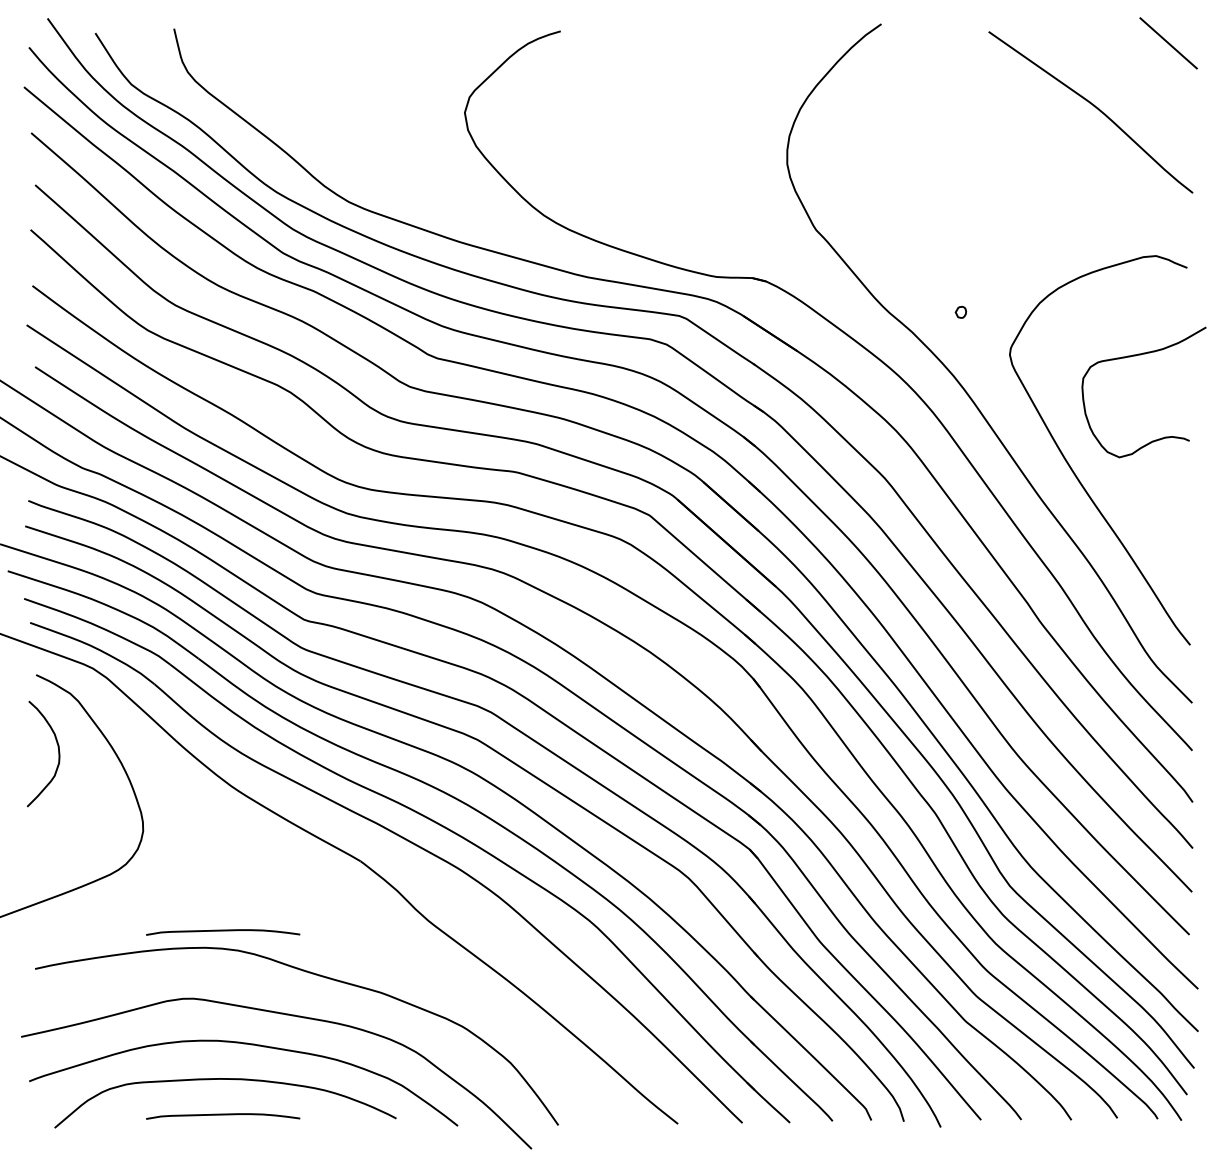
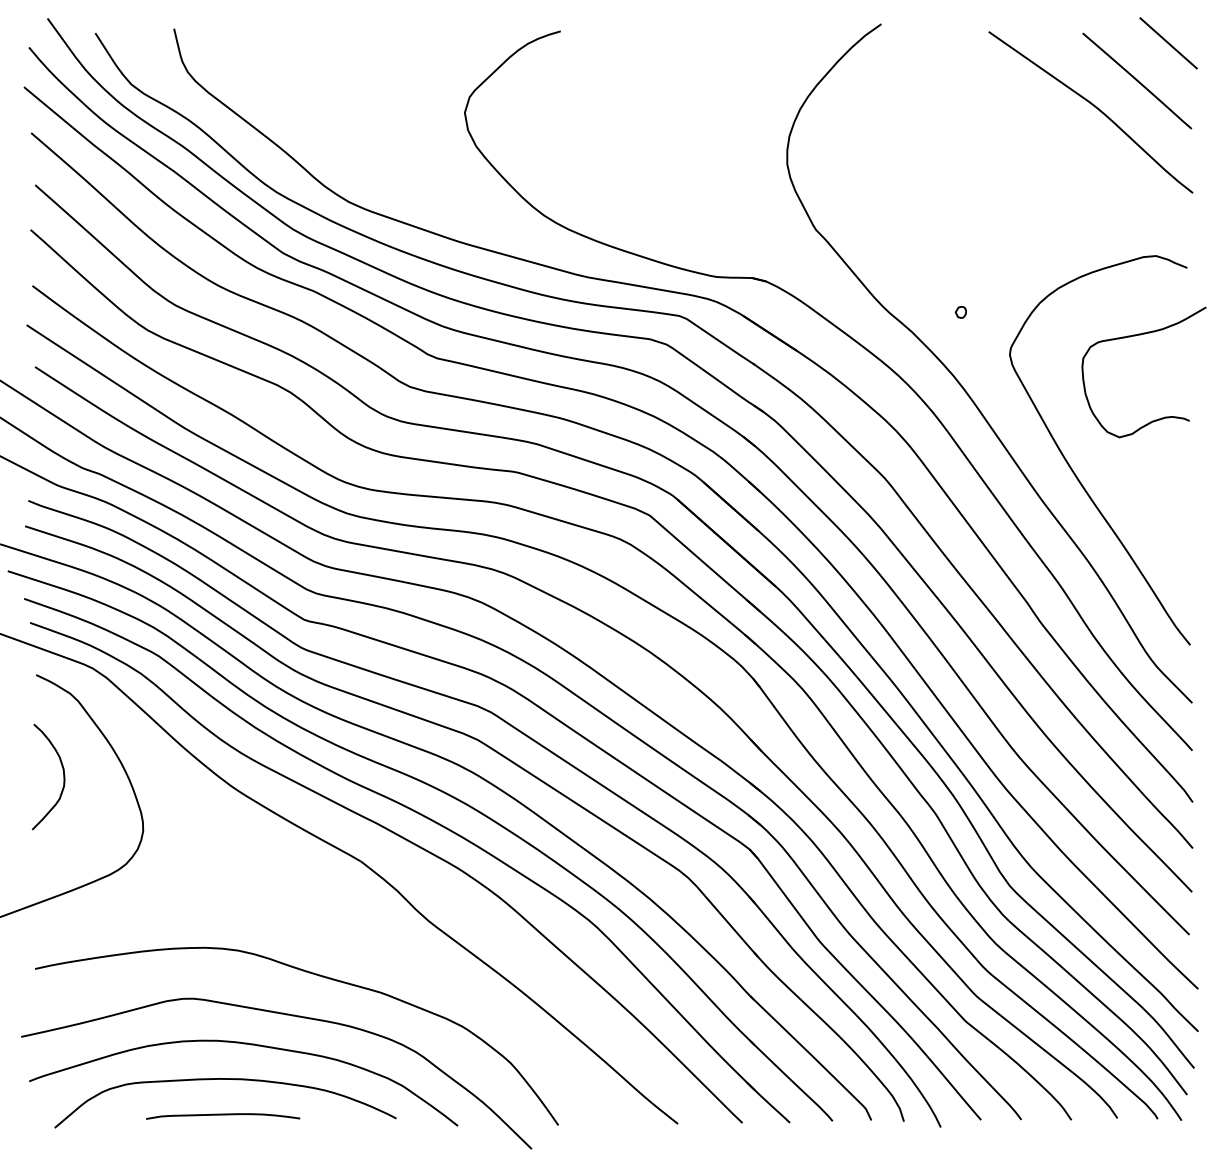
line at (1137, 80): none -> present
curve at (1135, 356) position: (1135, 356) -> (1135, 336)
curve at (58, 753) position: (58, 753) -> (63, 776)
curve at (223, 931): present -> none
